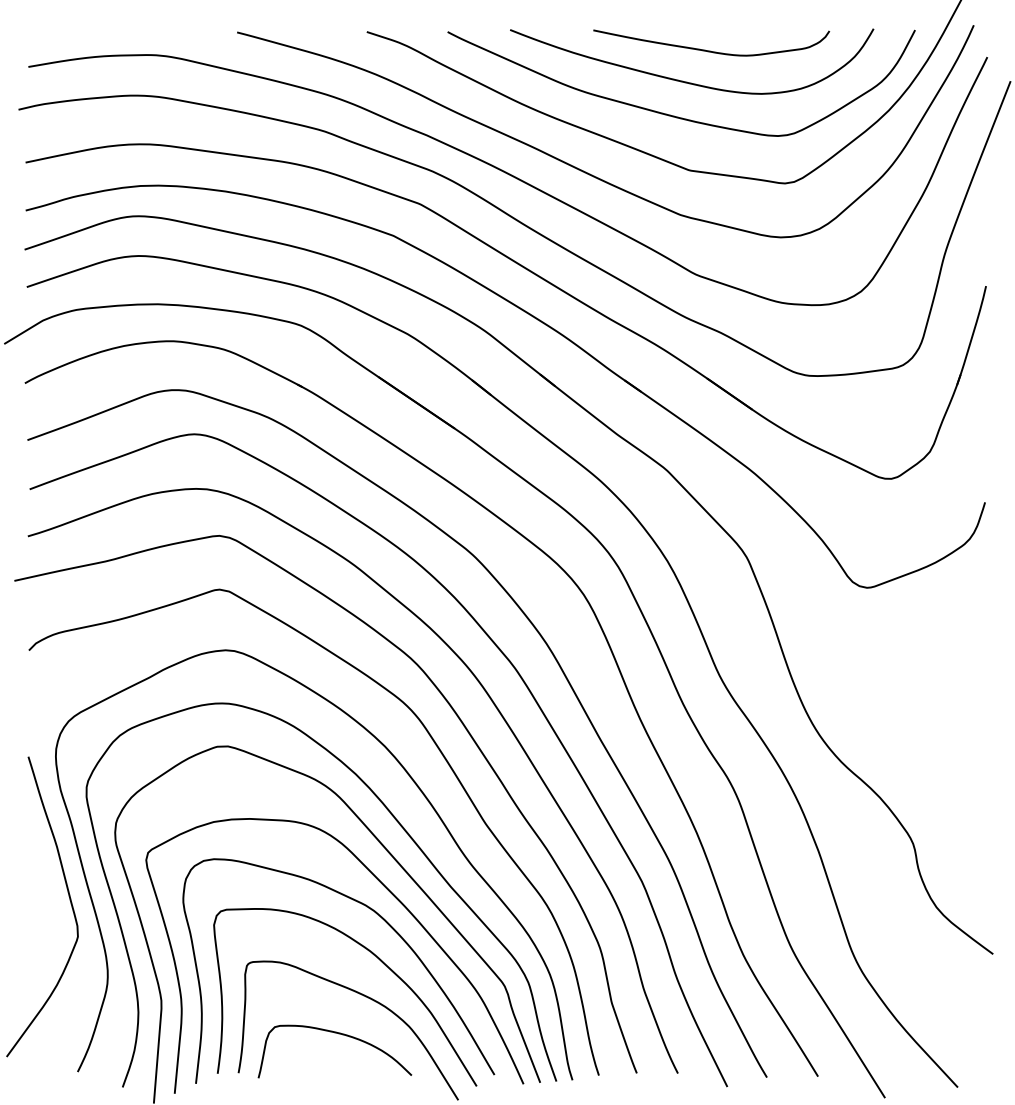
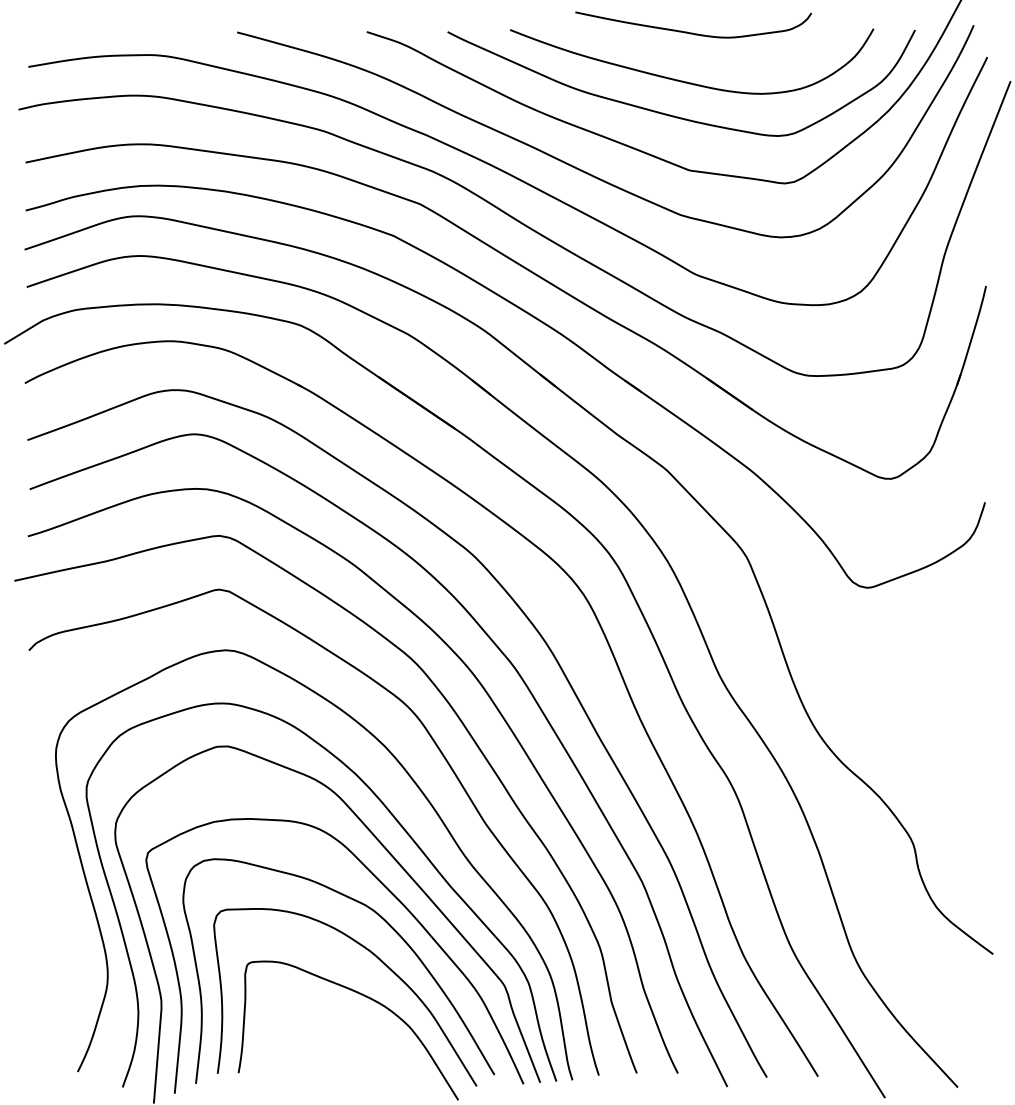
curve at (710, 50) position: (710, 50) -> (692, 32)
curve at (69, 900): present -> none
curve at (338, 1034): present -> none
